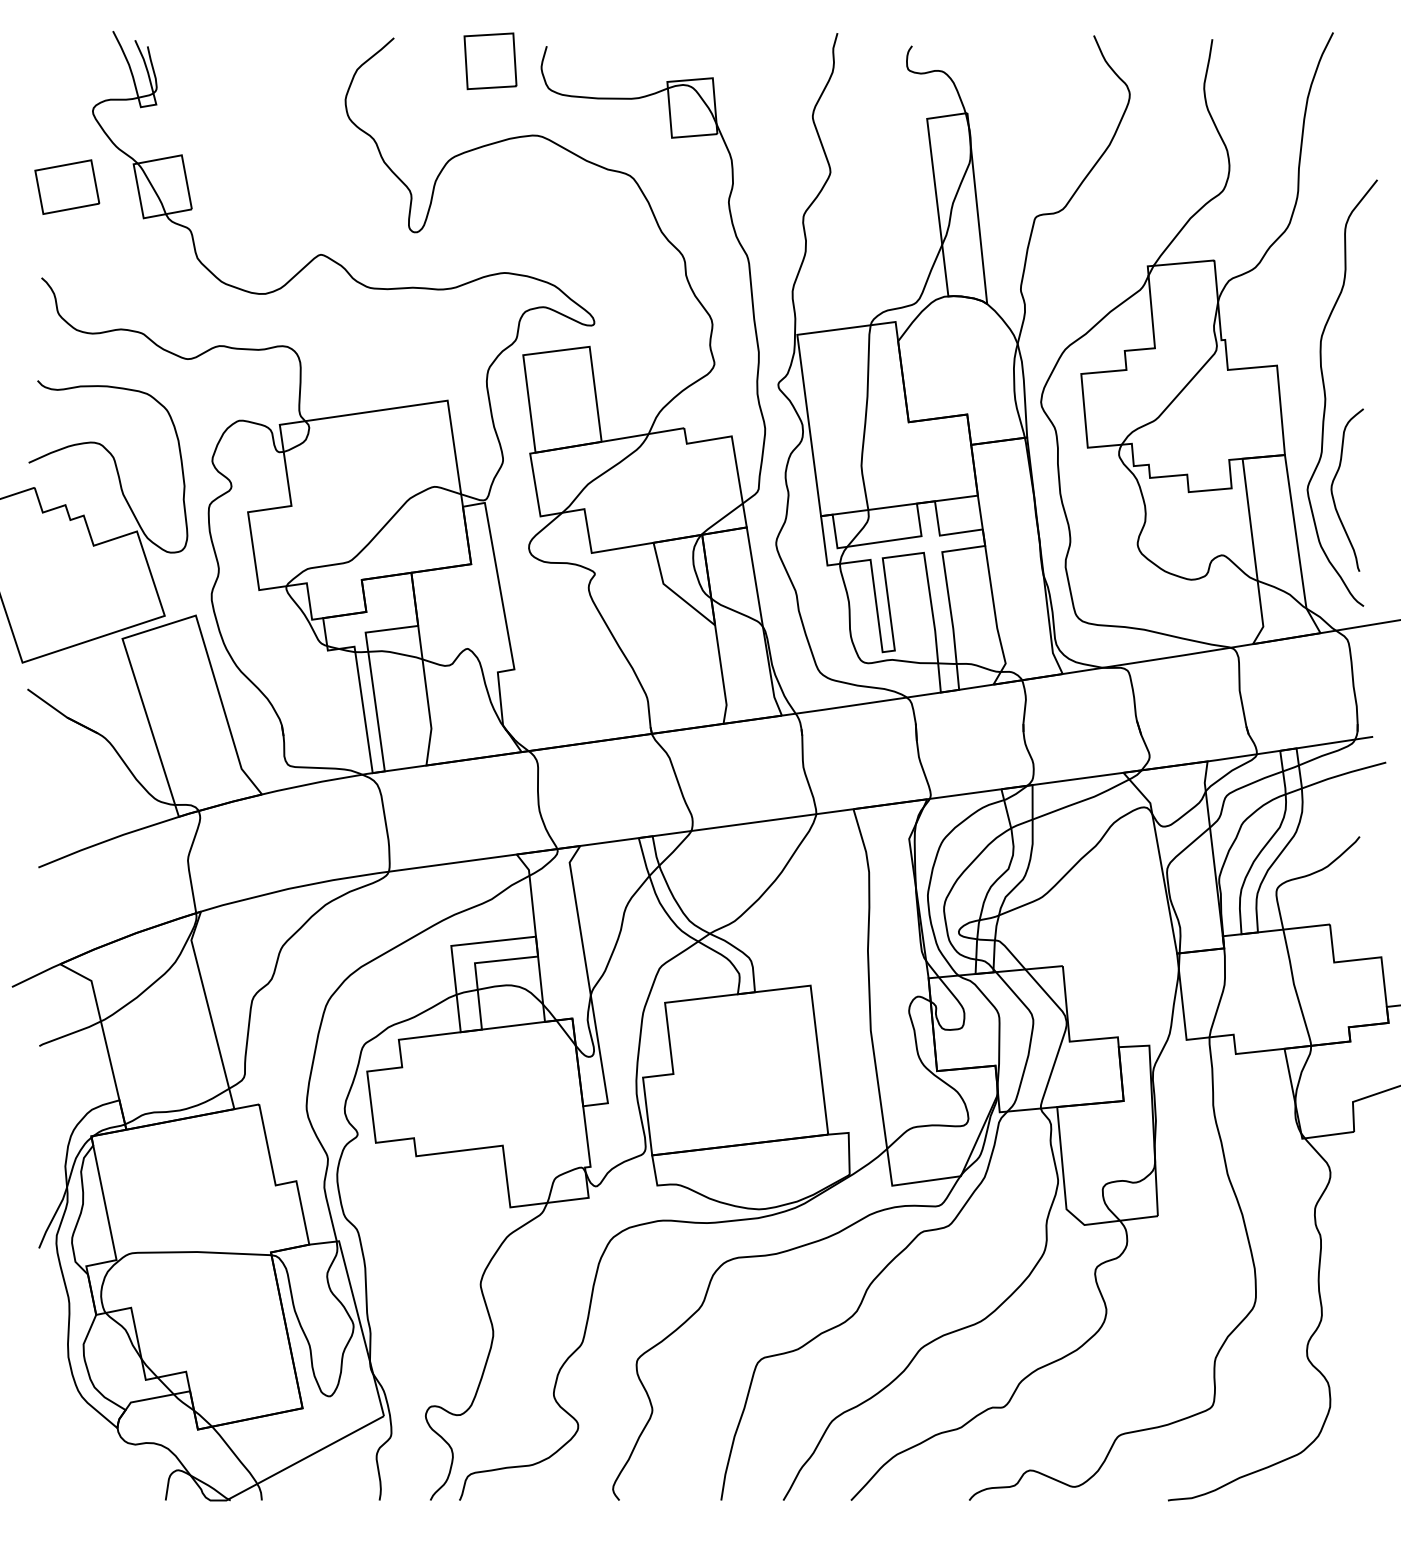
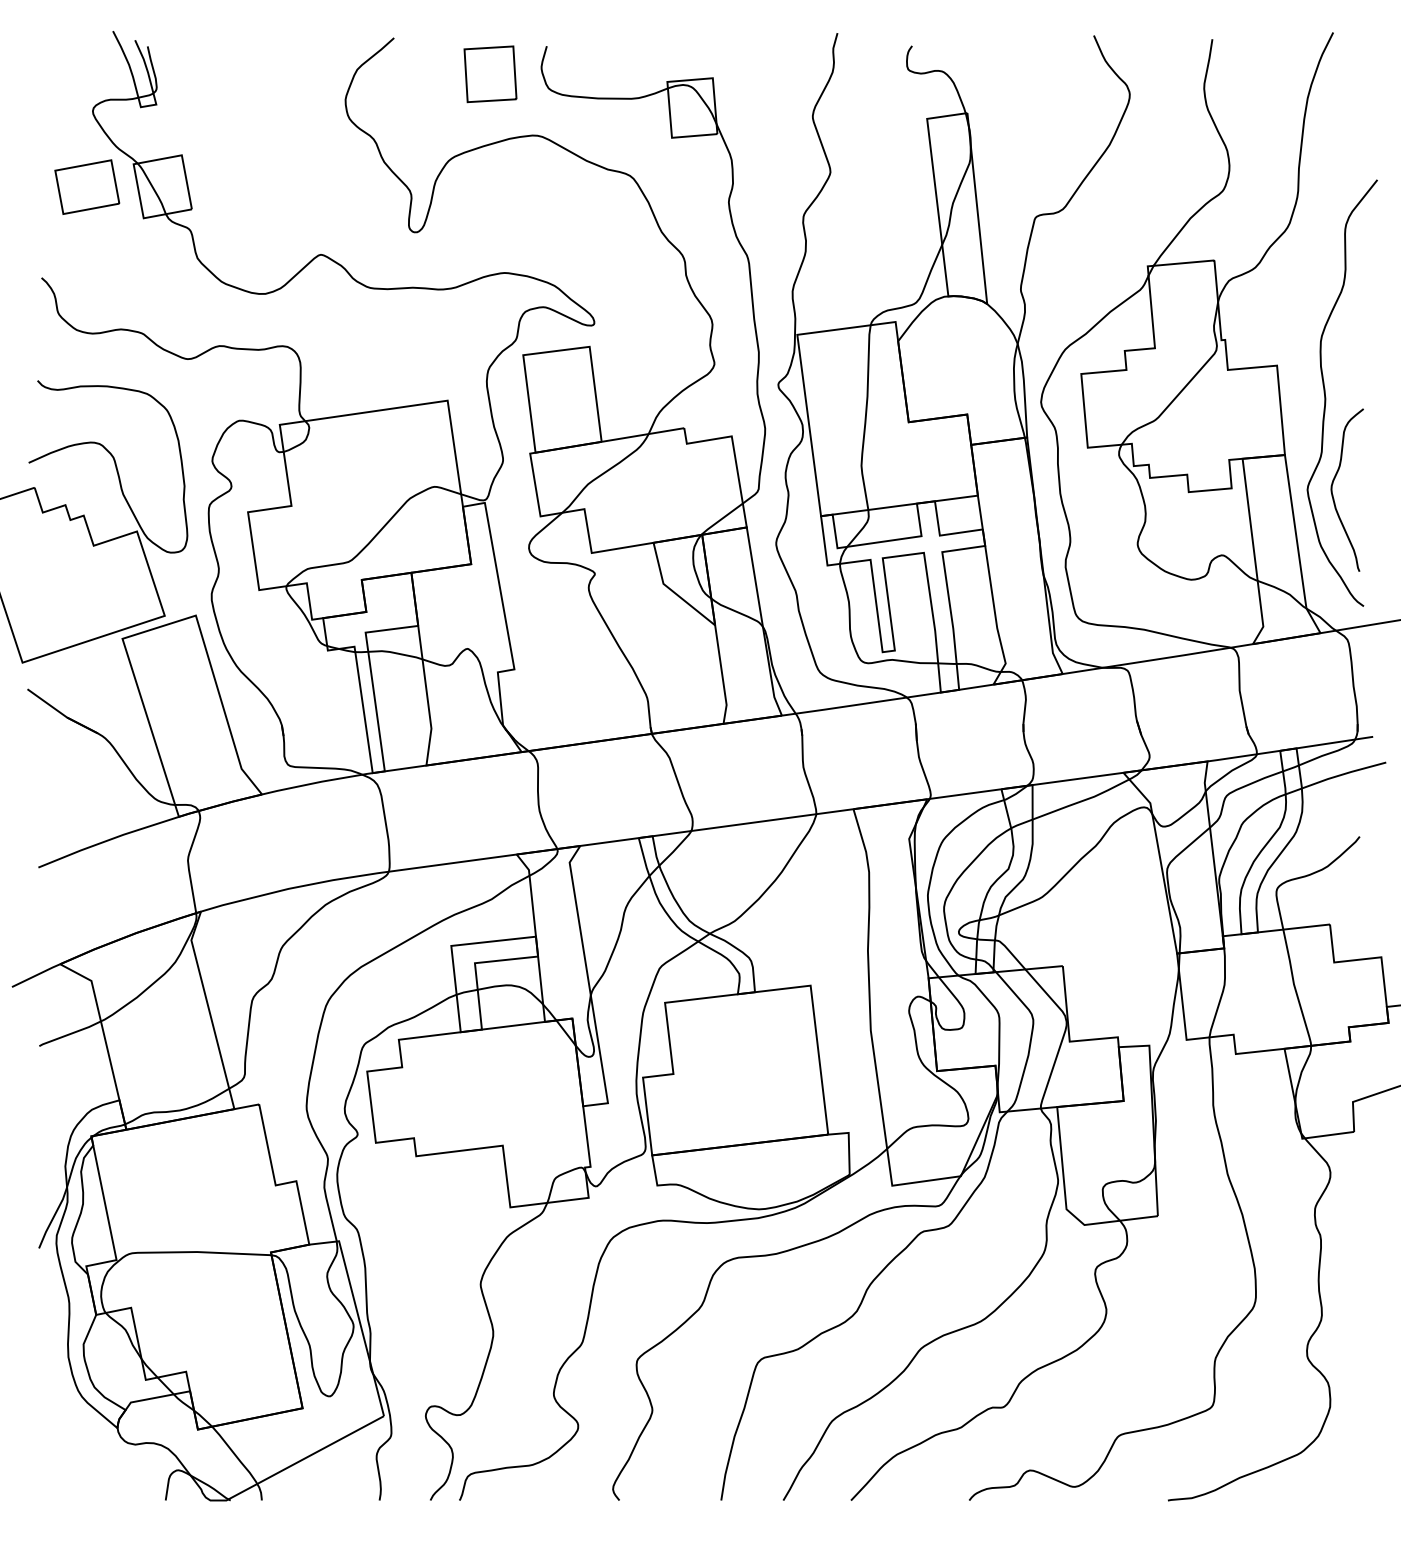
part at (490, 61) position: (490, 61) -> (490, 74)
part at (67, 186) position: (67, 186) -> (87, 186)
